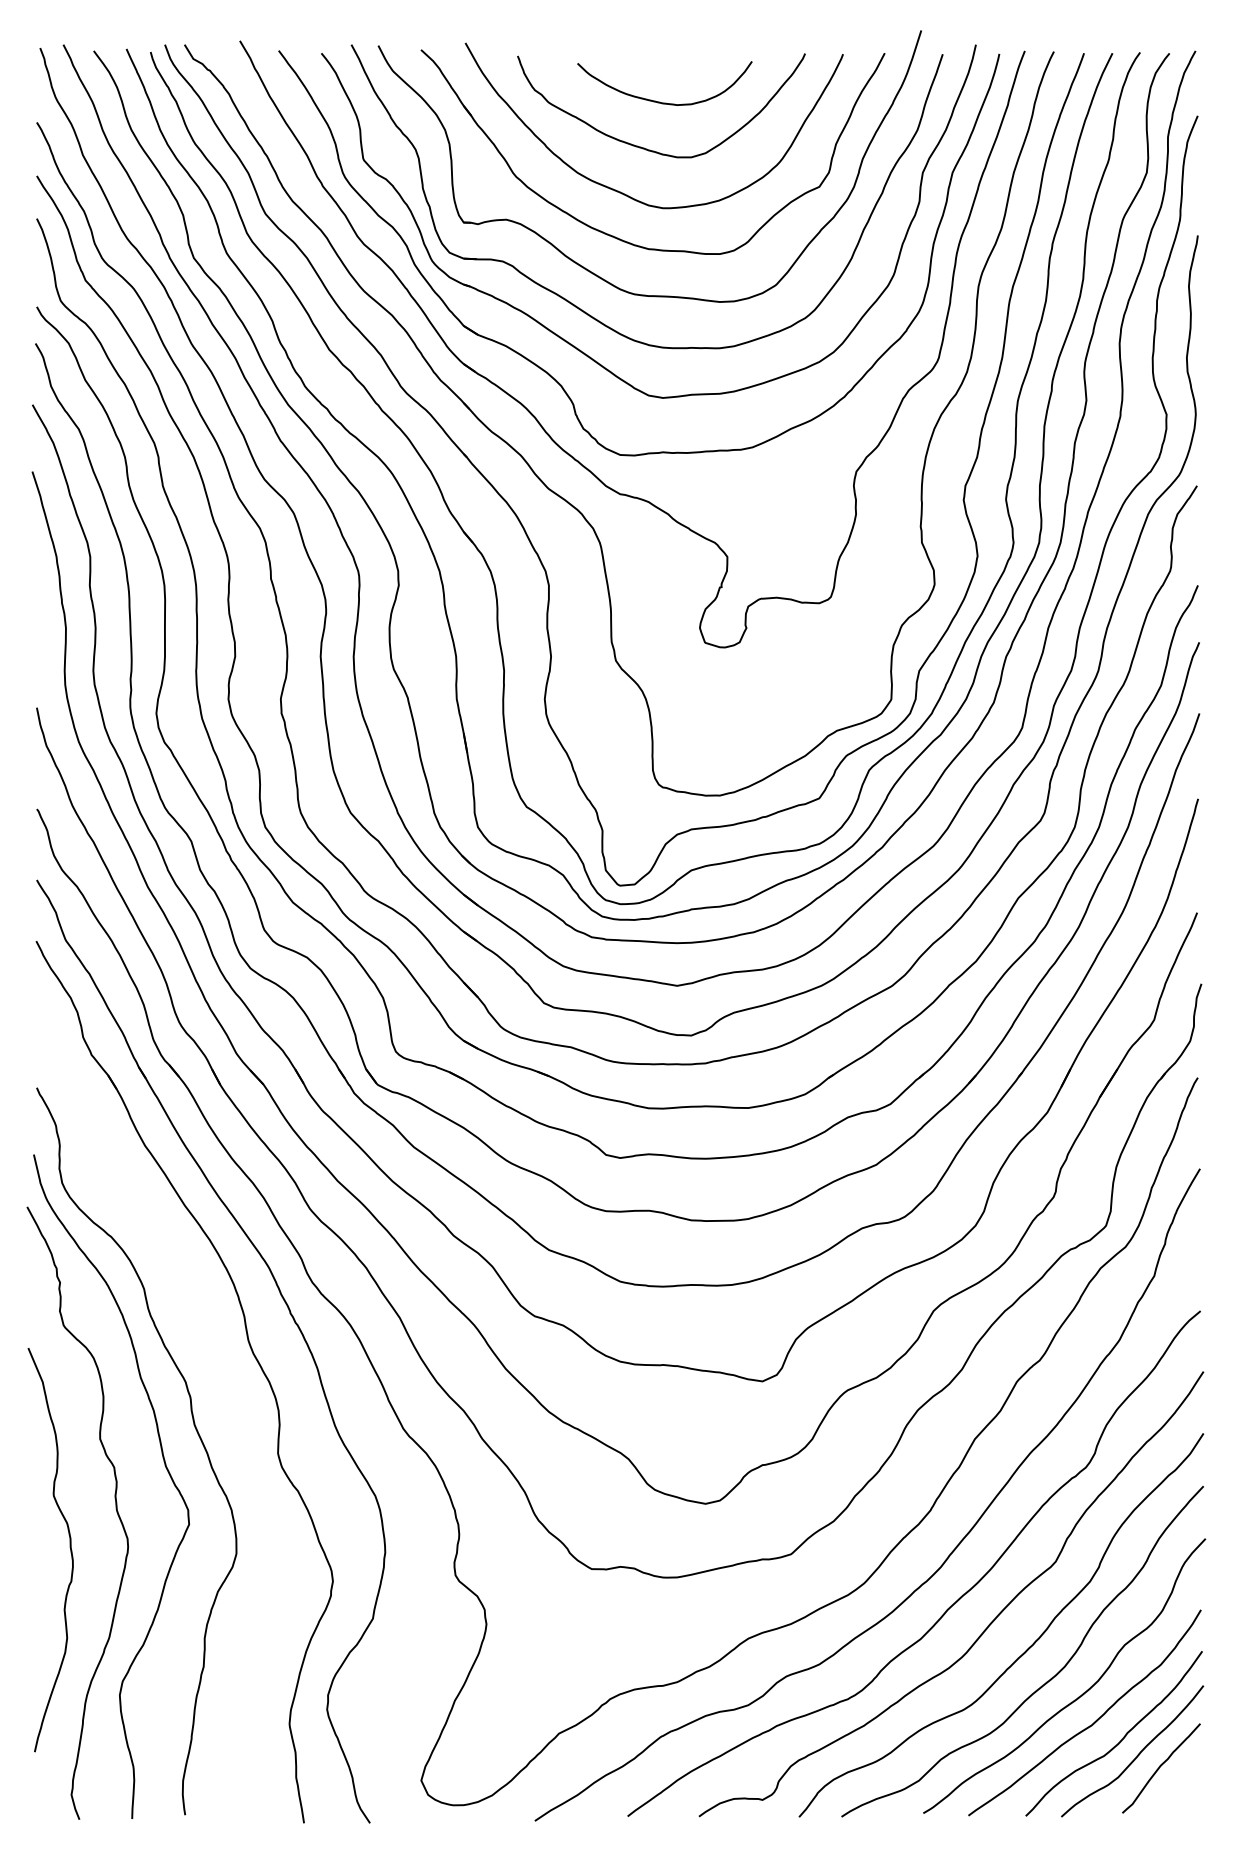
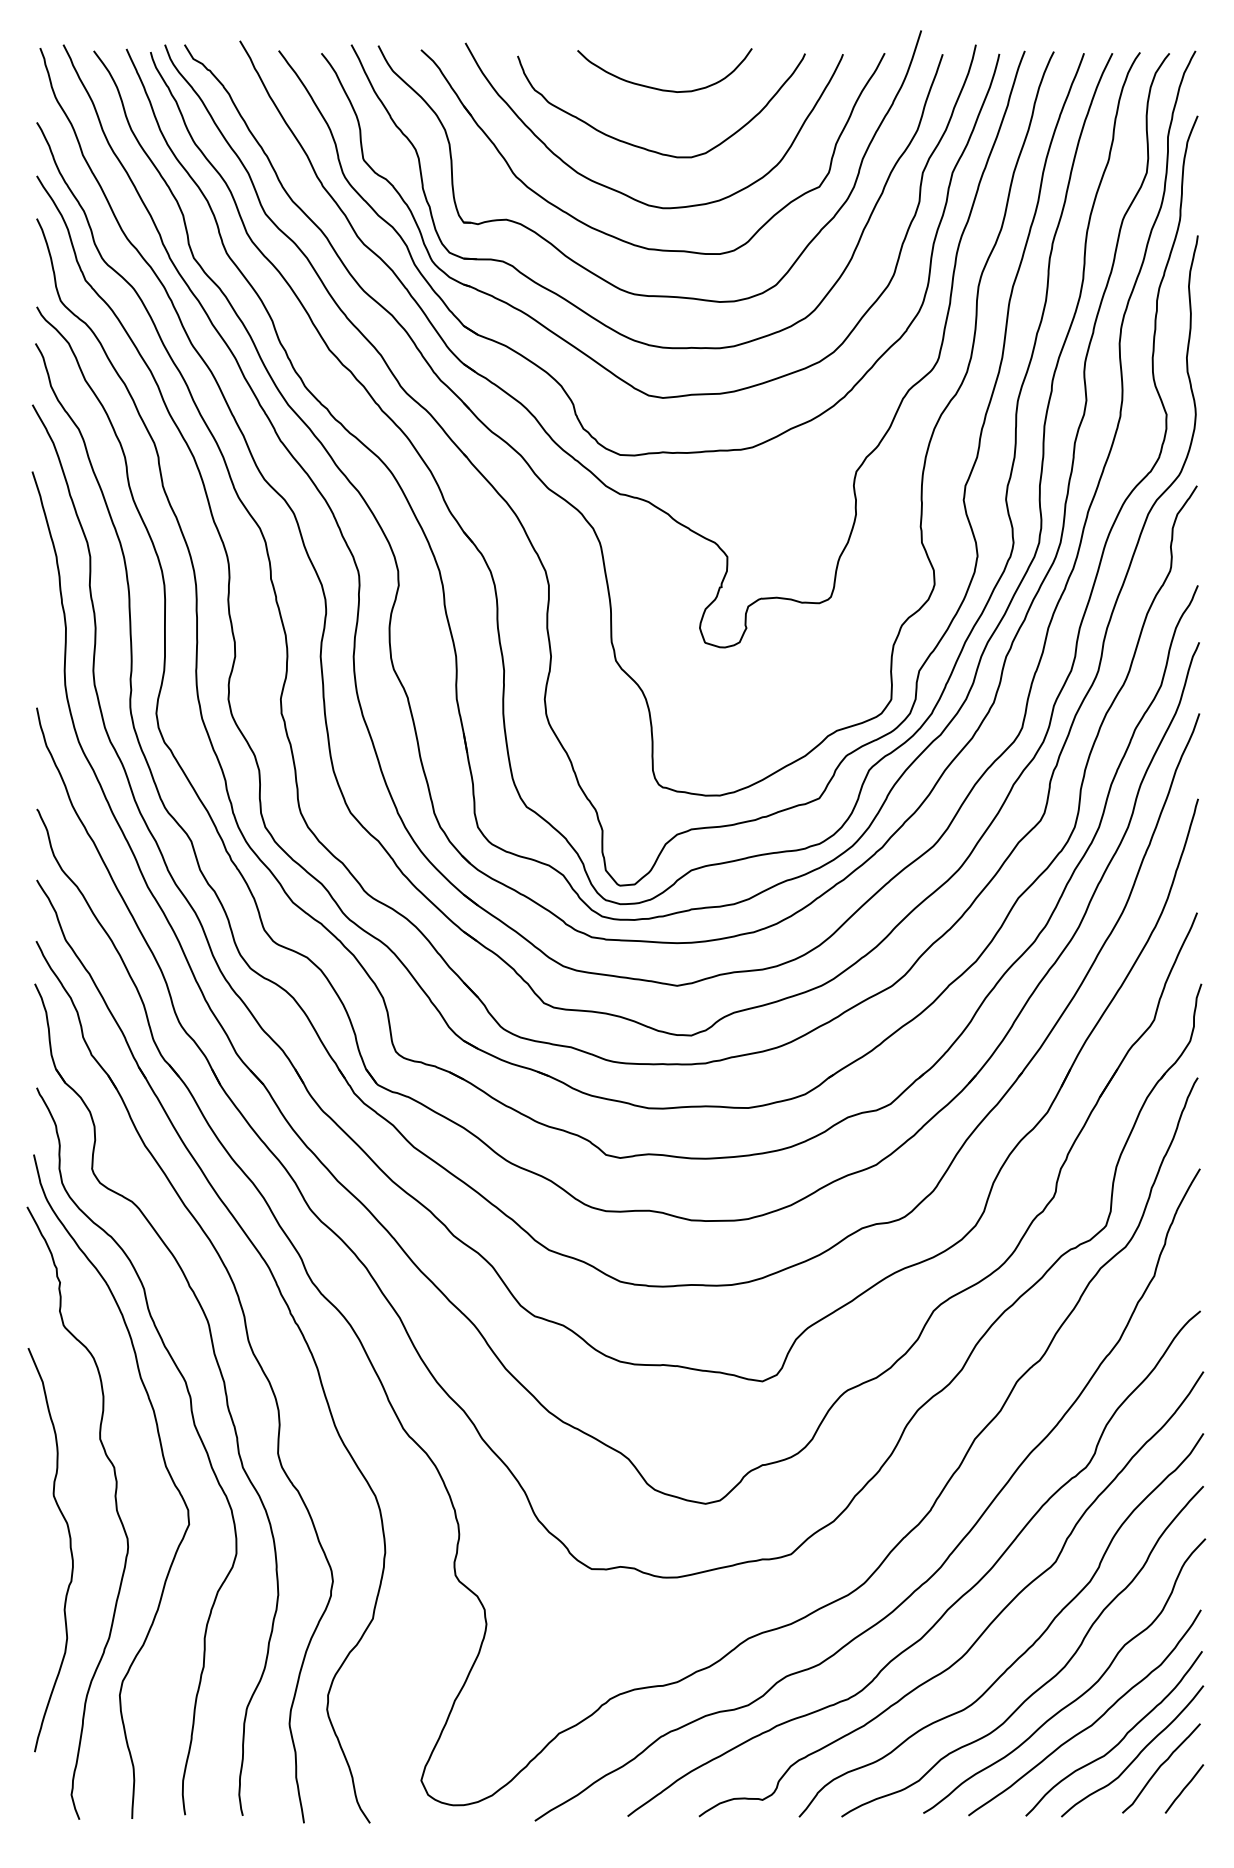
curve at (659, 101) position: (659, 101) -> (659, 88)
part at (220, 1375): none -> present
line at (1184, 1788): none -> present
